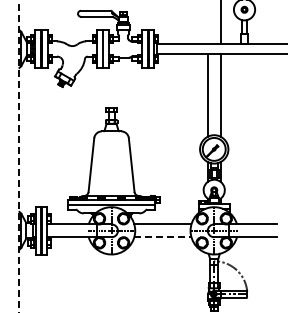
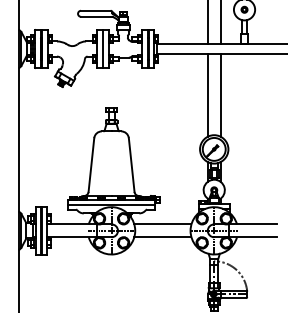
line at (207, 22): none -> present
line at (19, 156): dashed -> solid
line at (162, 237): dashed -> solid
